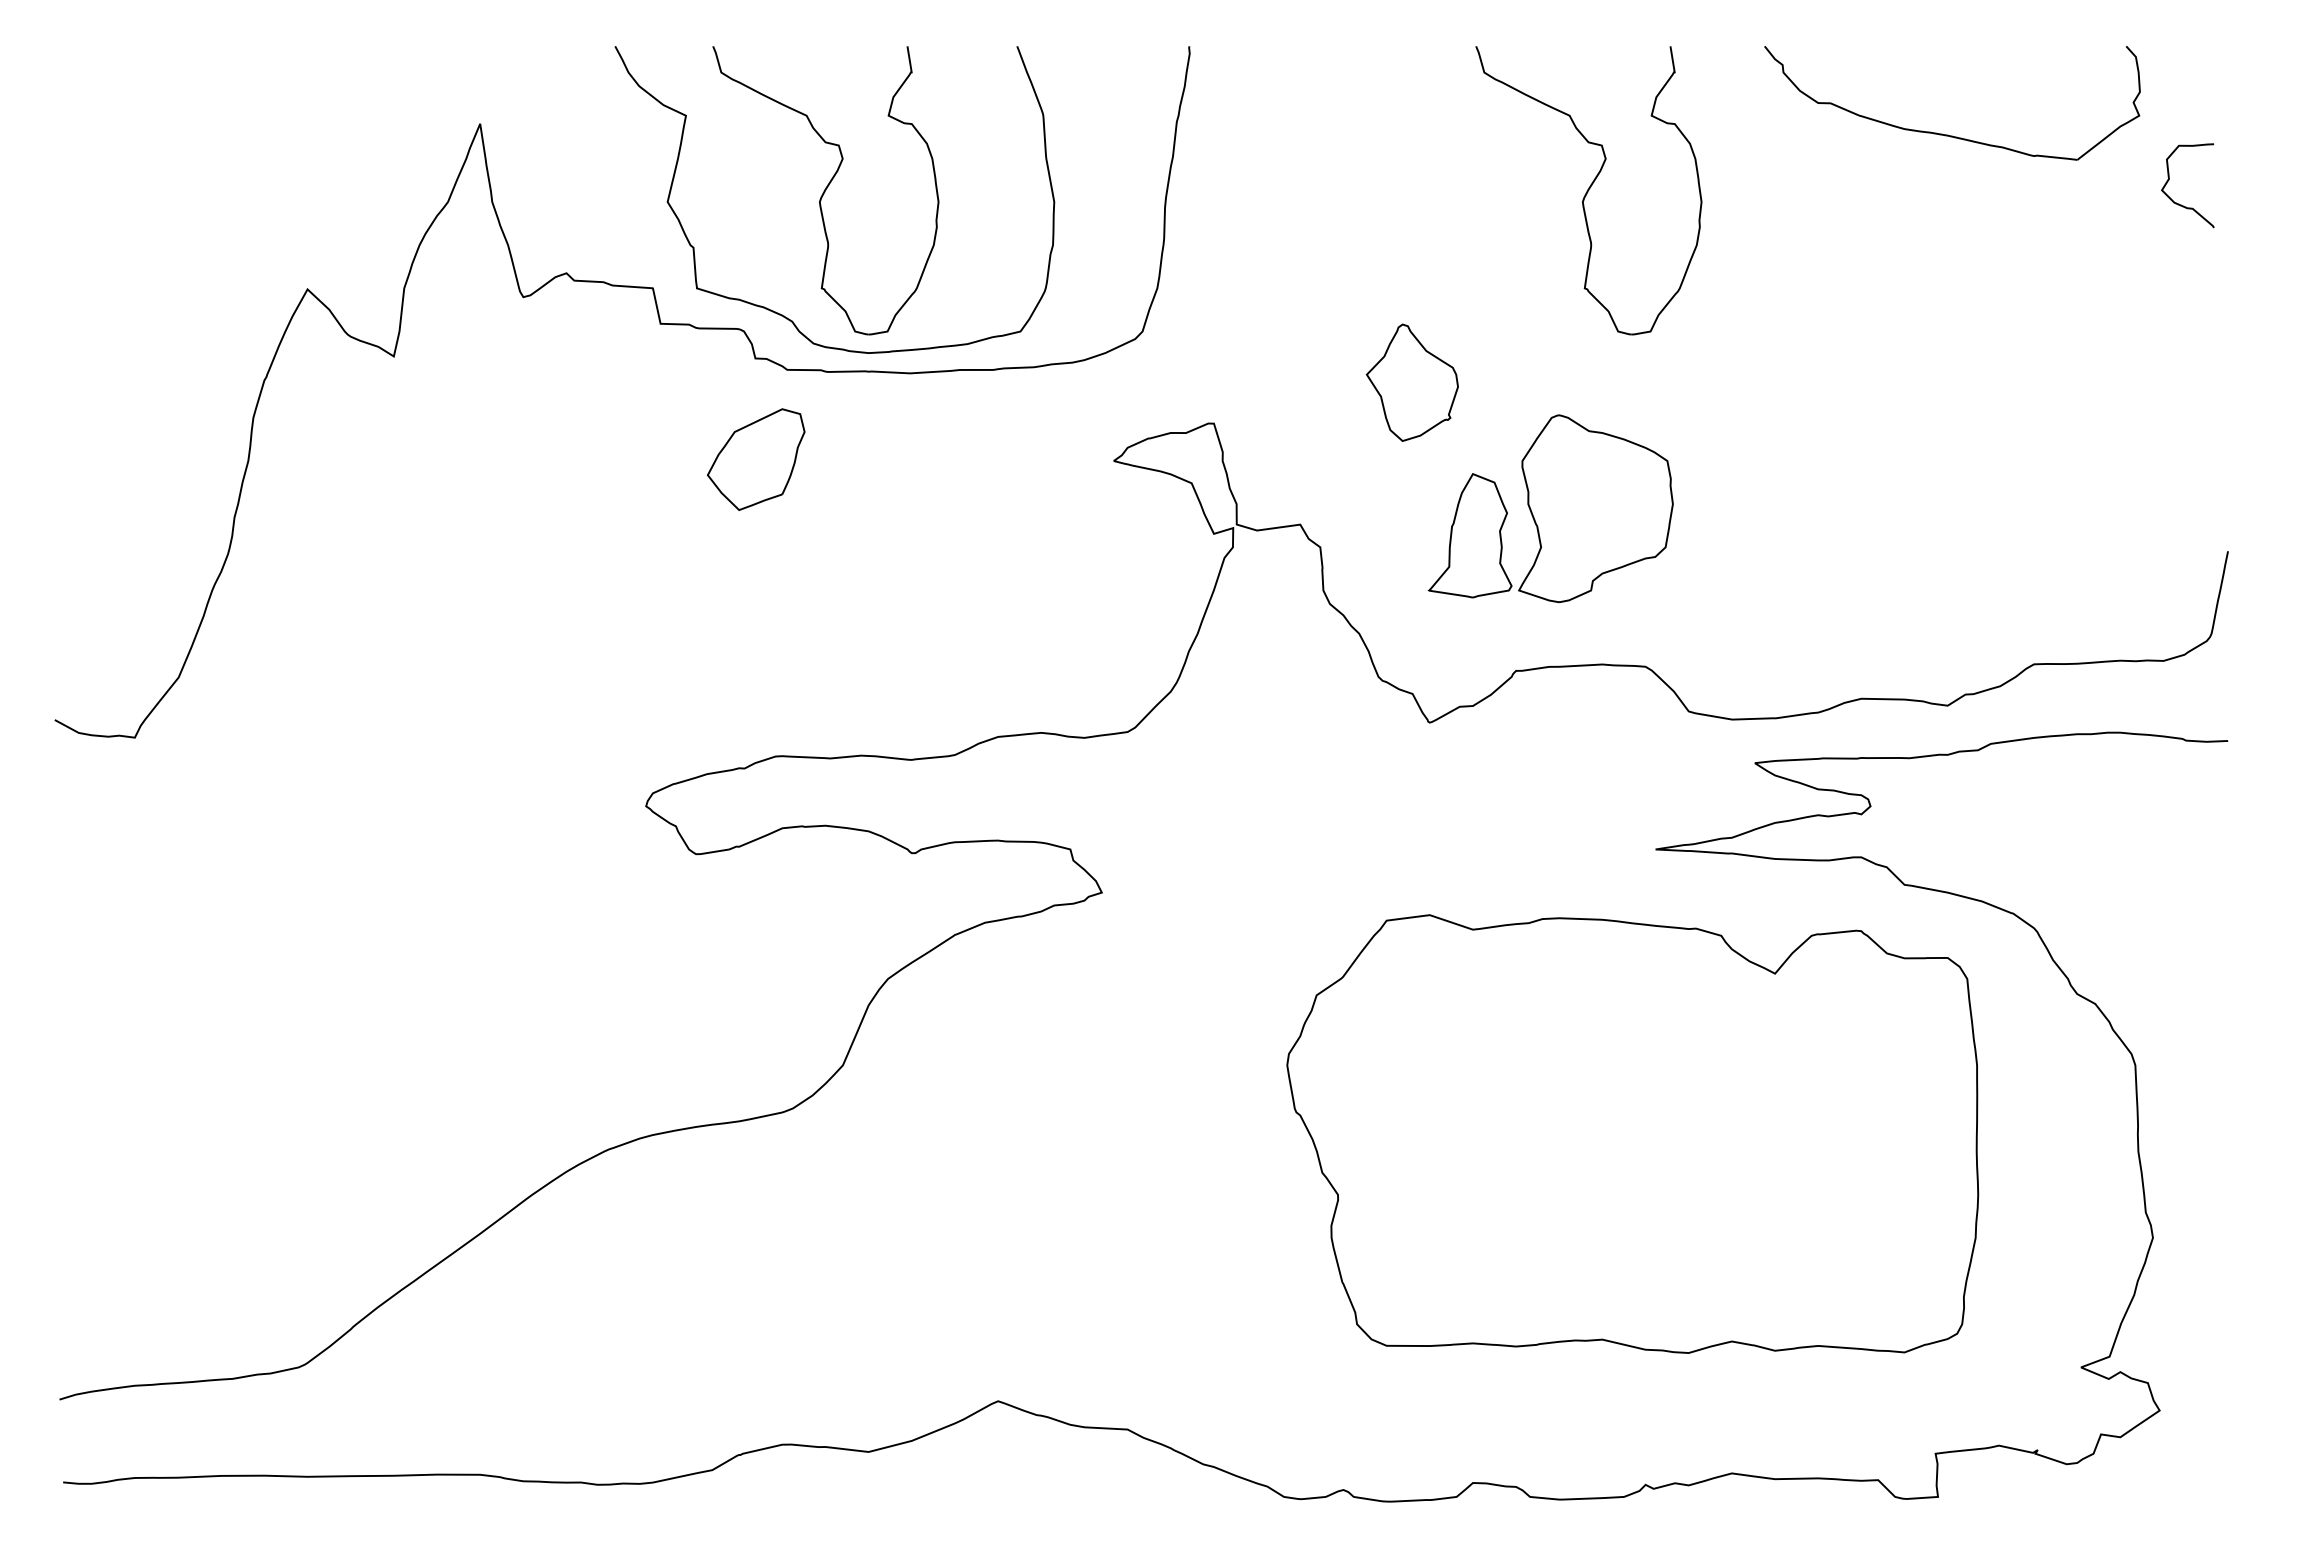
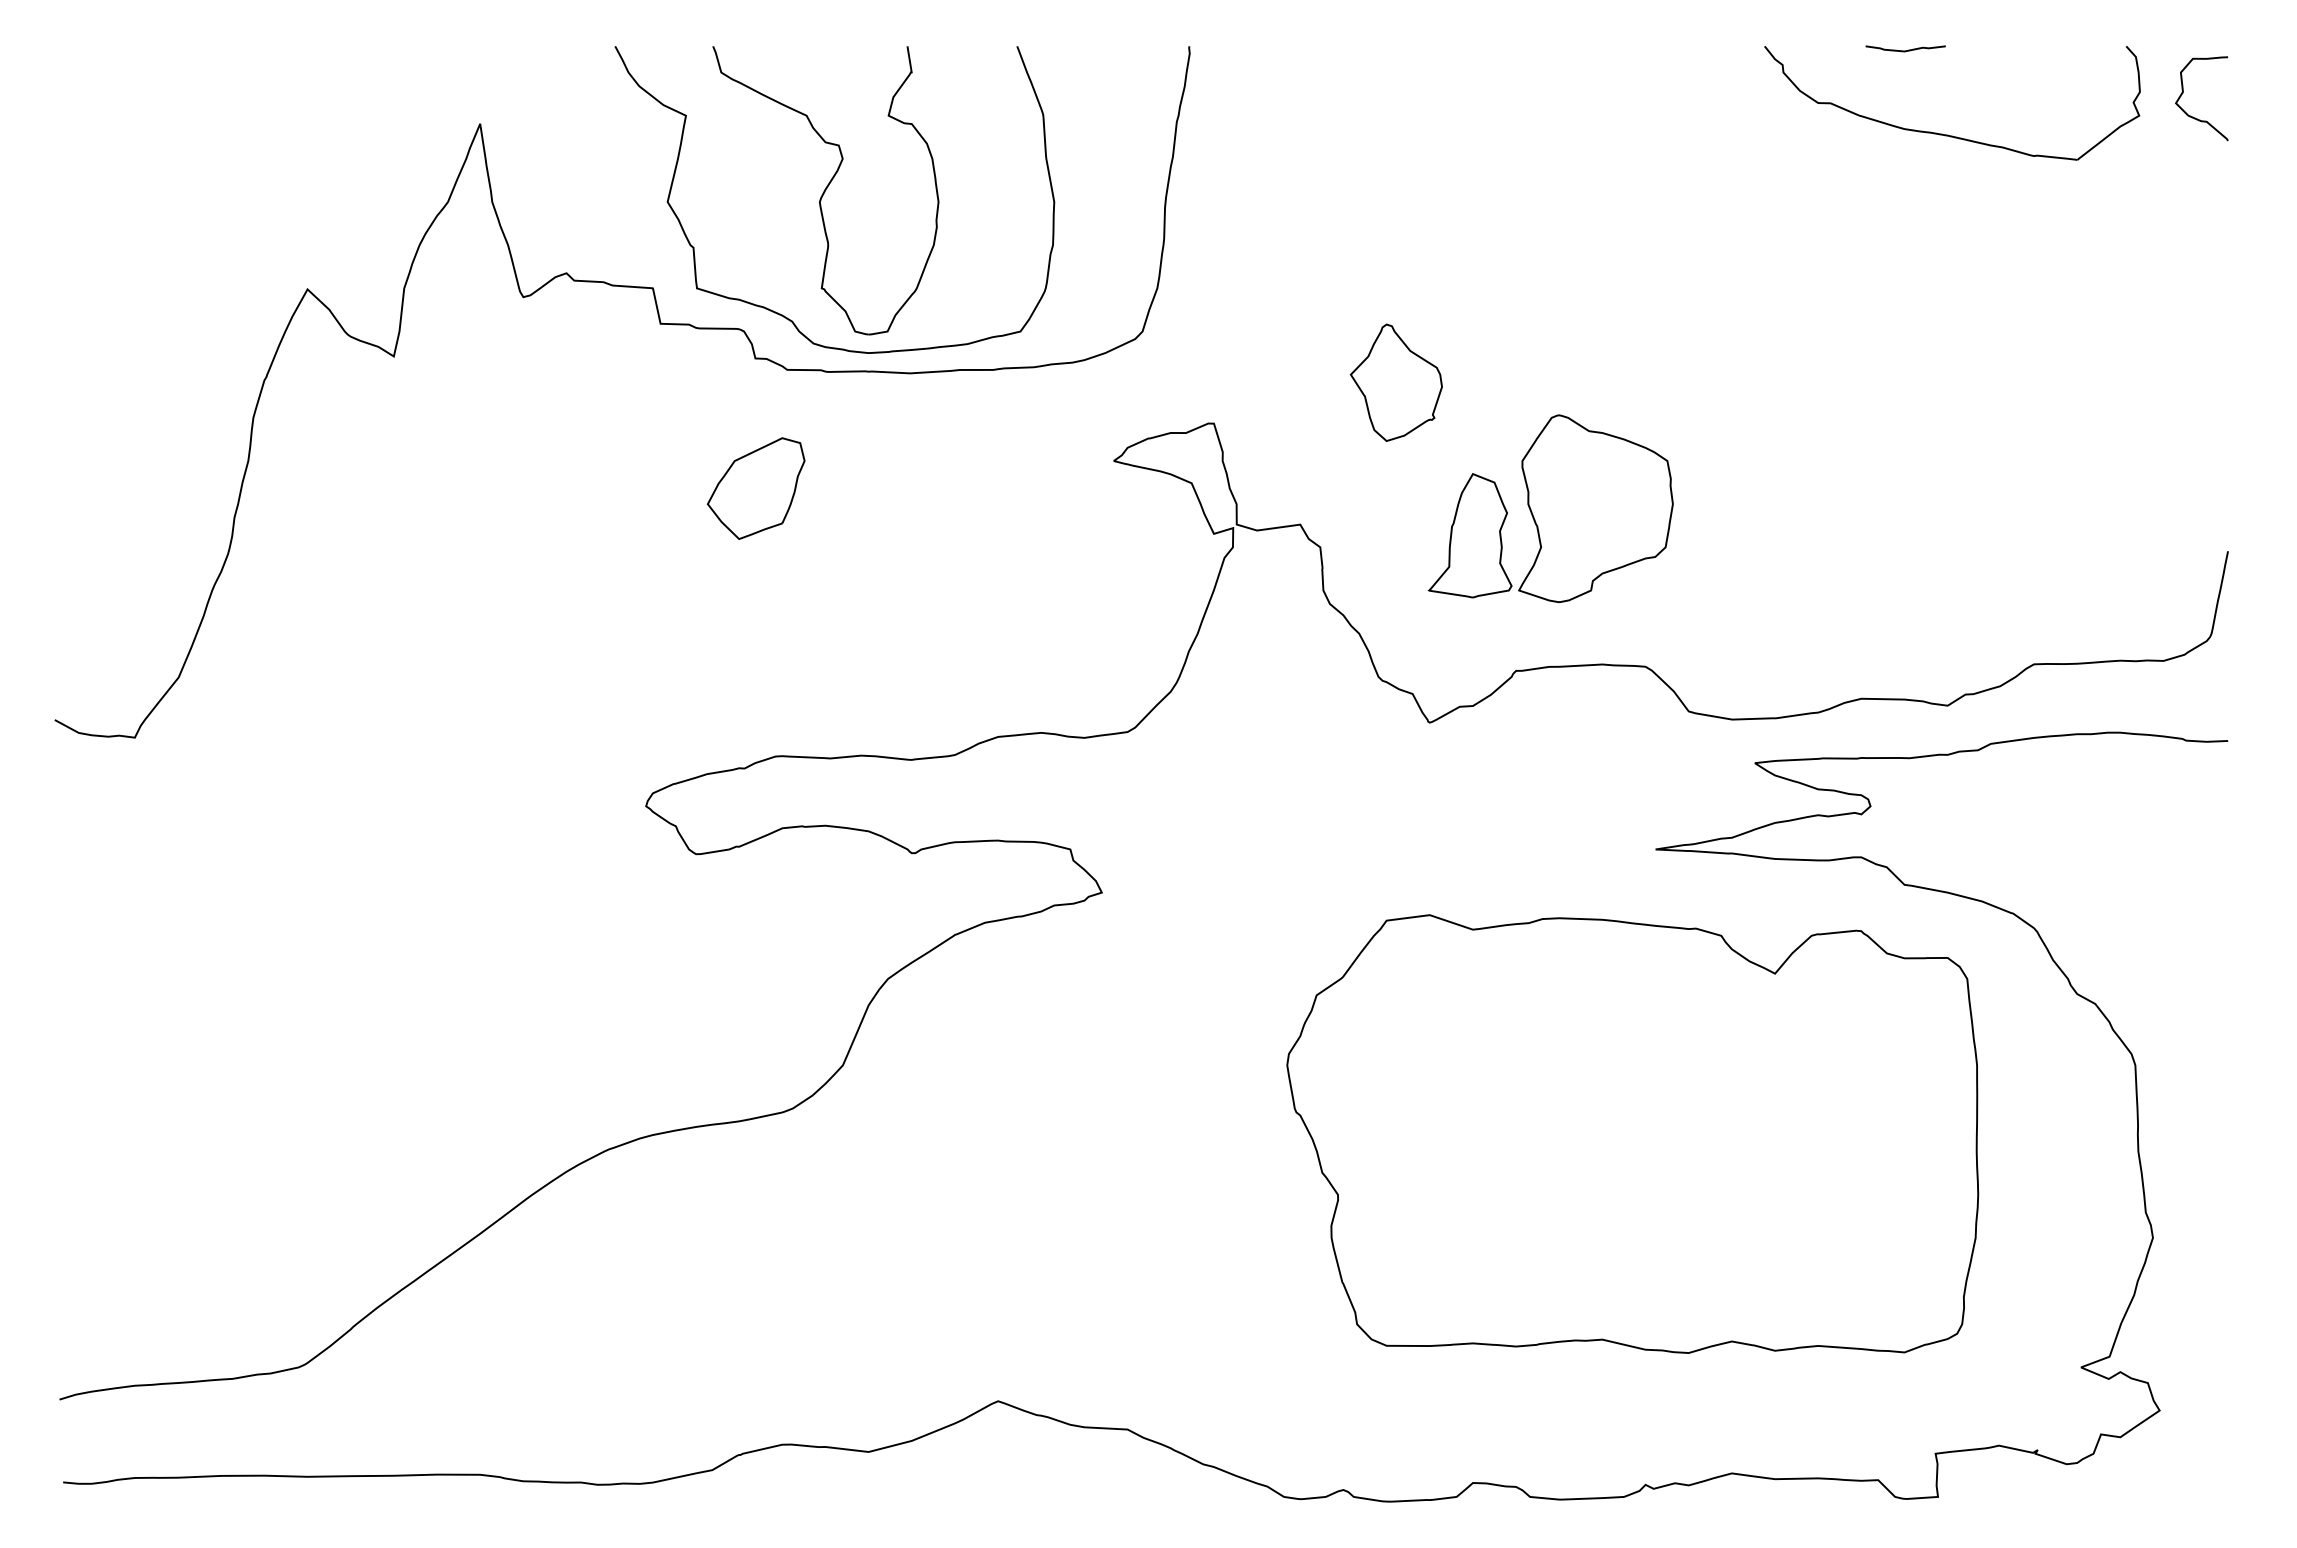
curve at (1905, 50): none -> present
curve at (2169, 180) position: (2169, 180) -> (2183, 93)
part at (1588, 190): present -> none
part at (1411, 382) position: (1411, 382) -> (1395, 382)
part at (756, 459) position: (756, 459) -> (756, 488)
